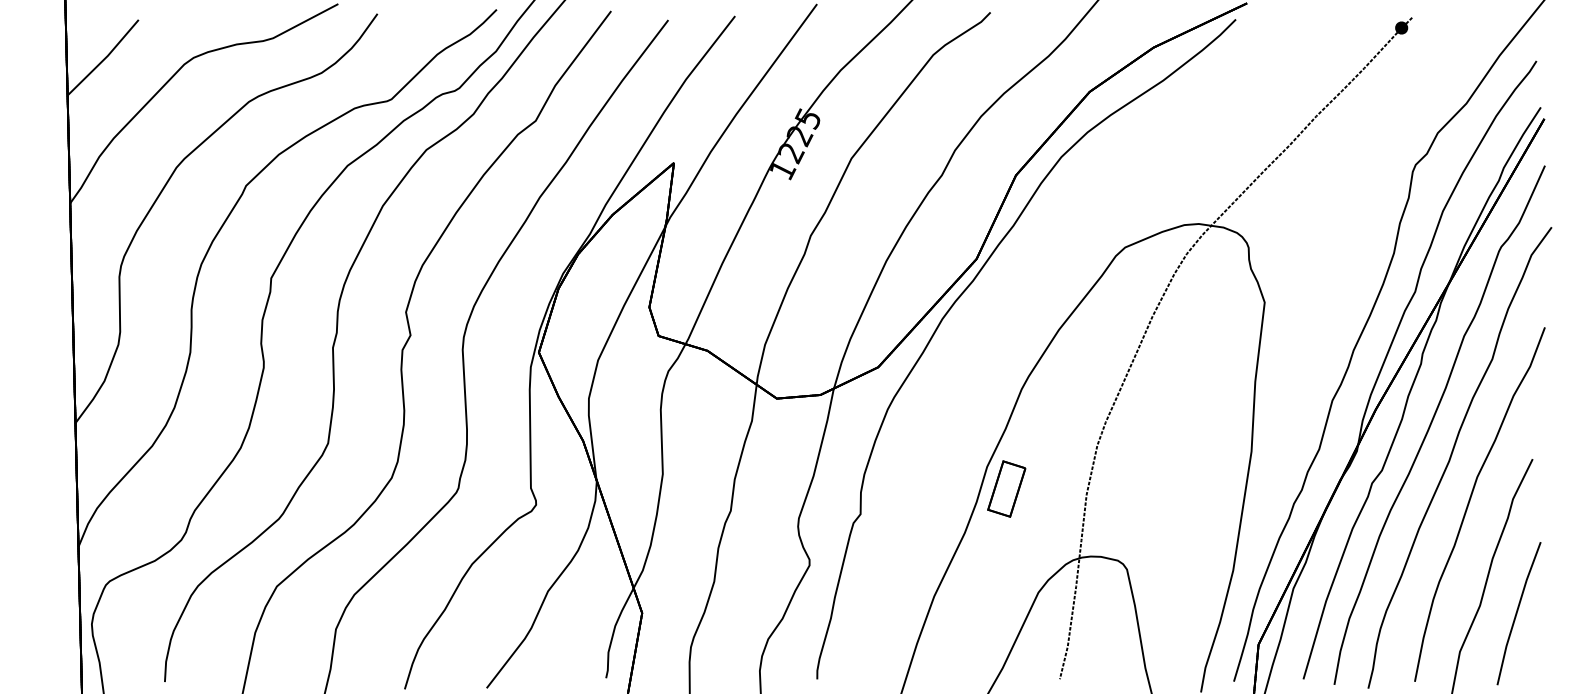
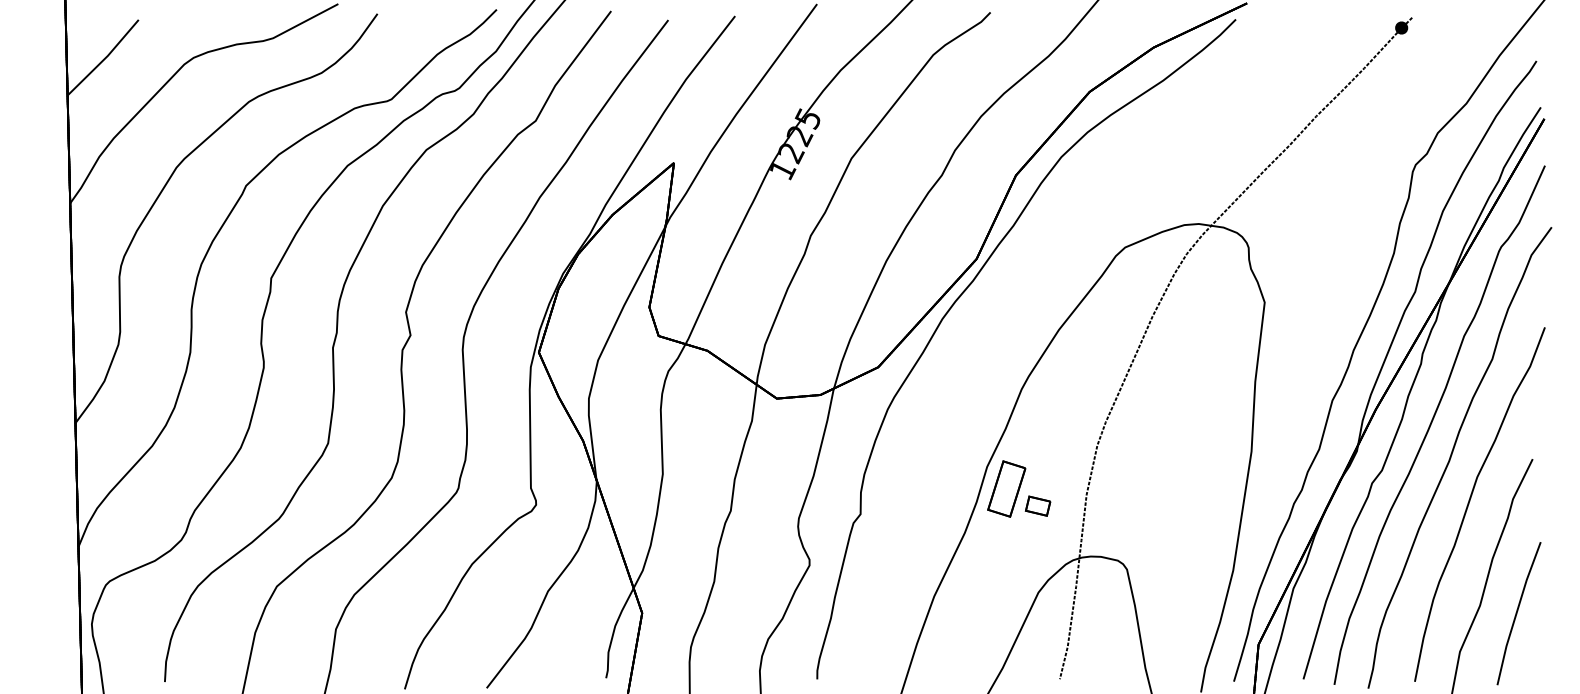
part at (1037, 505): none -> present
